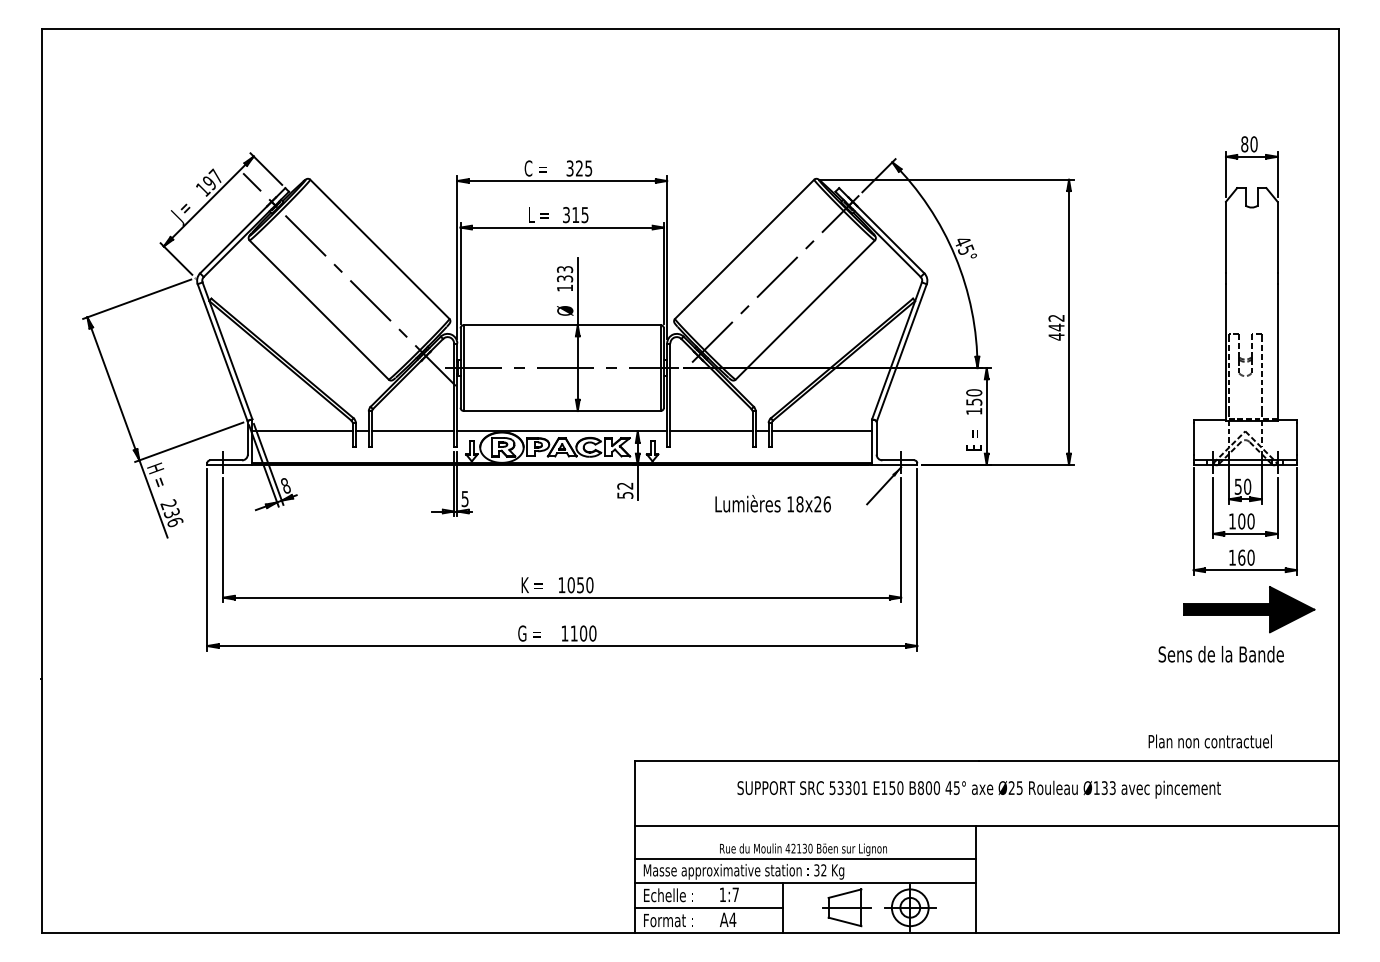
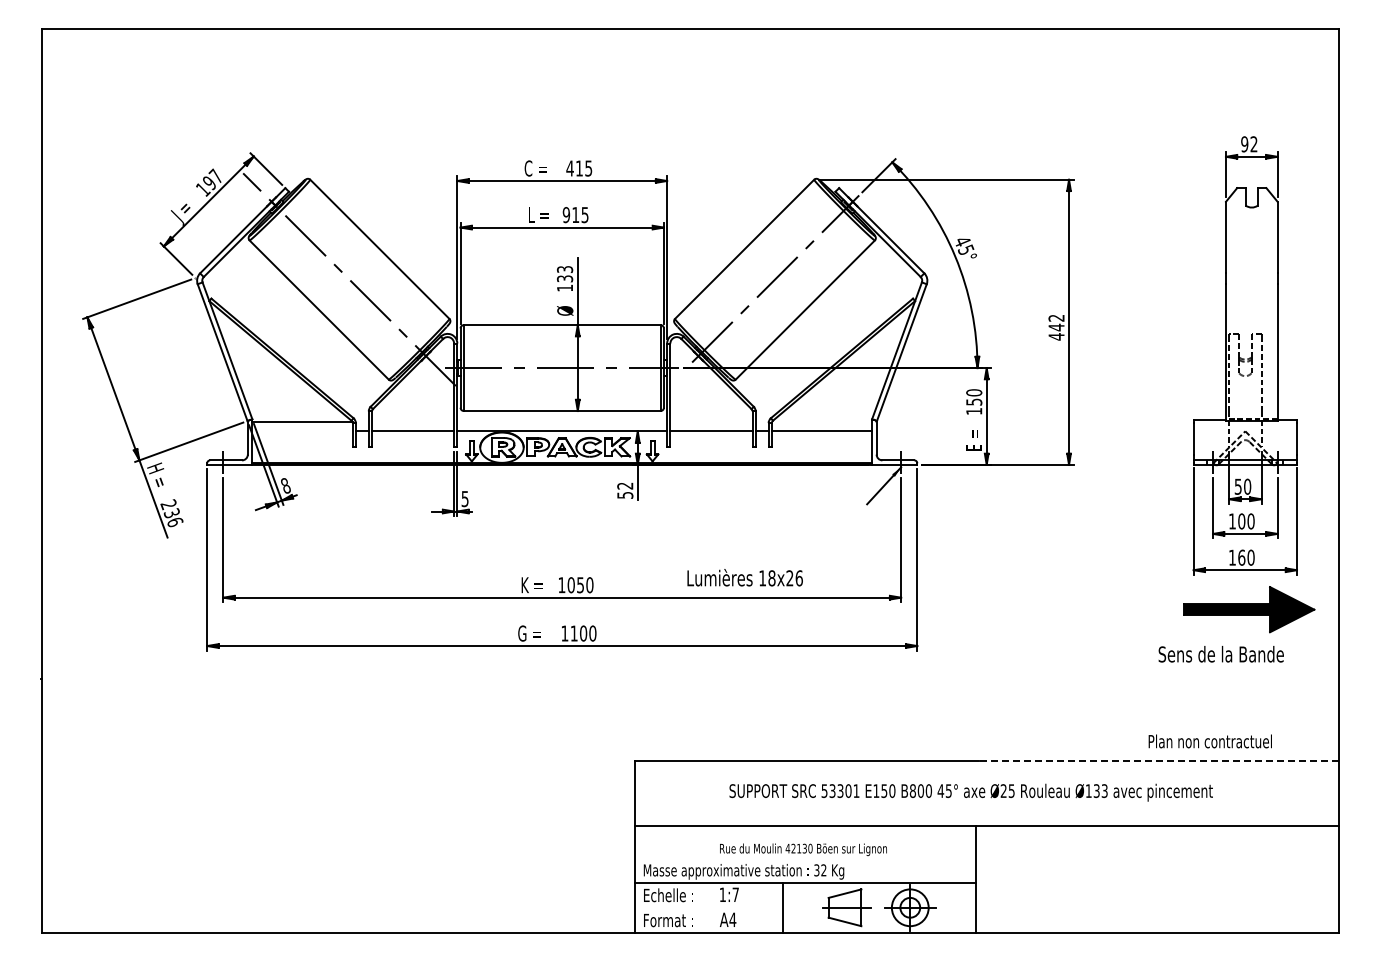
text at (1249, 144): 80 -> 92
text at (574, 168): 325 -> 415
text at (566, 214): 315 -> 915
line at (302, 431) position: (302, 431) -> (302, 422)
text at (772, 503) position: (772, 503) -> (744, 577)
line at (1158, 761): solid -> dashed
text at (978, 789) position: (978, 789) -> (970, 792)
line at (805, 858): present -> none
line at (708, 908): present -> none
